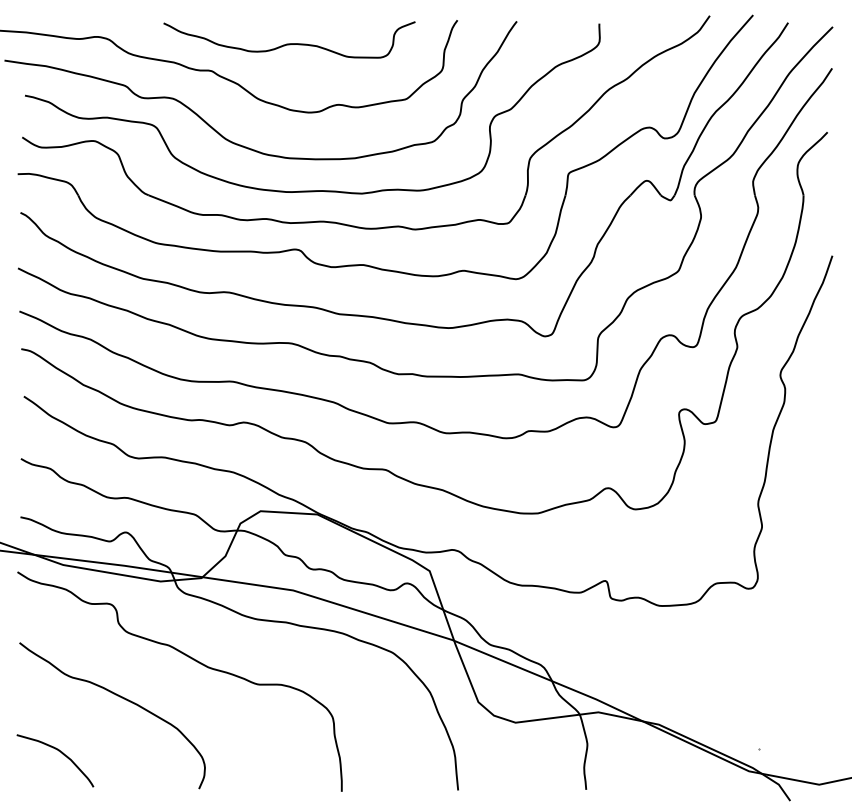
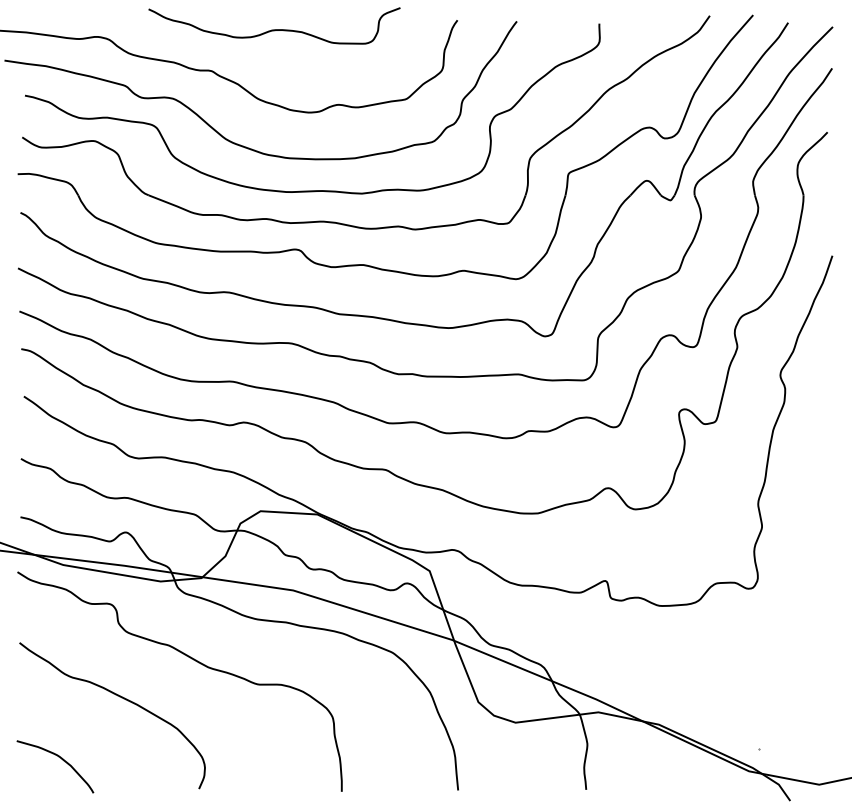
curve at (289, 43) position: (289, 43) -> (274, 29)
curve at (61, 753) position: (61, 753) -> (61, 759)
